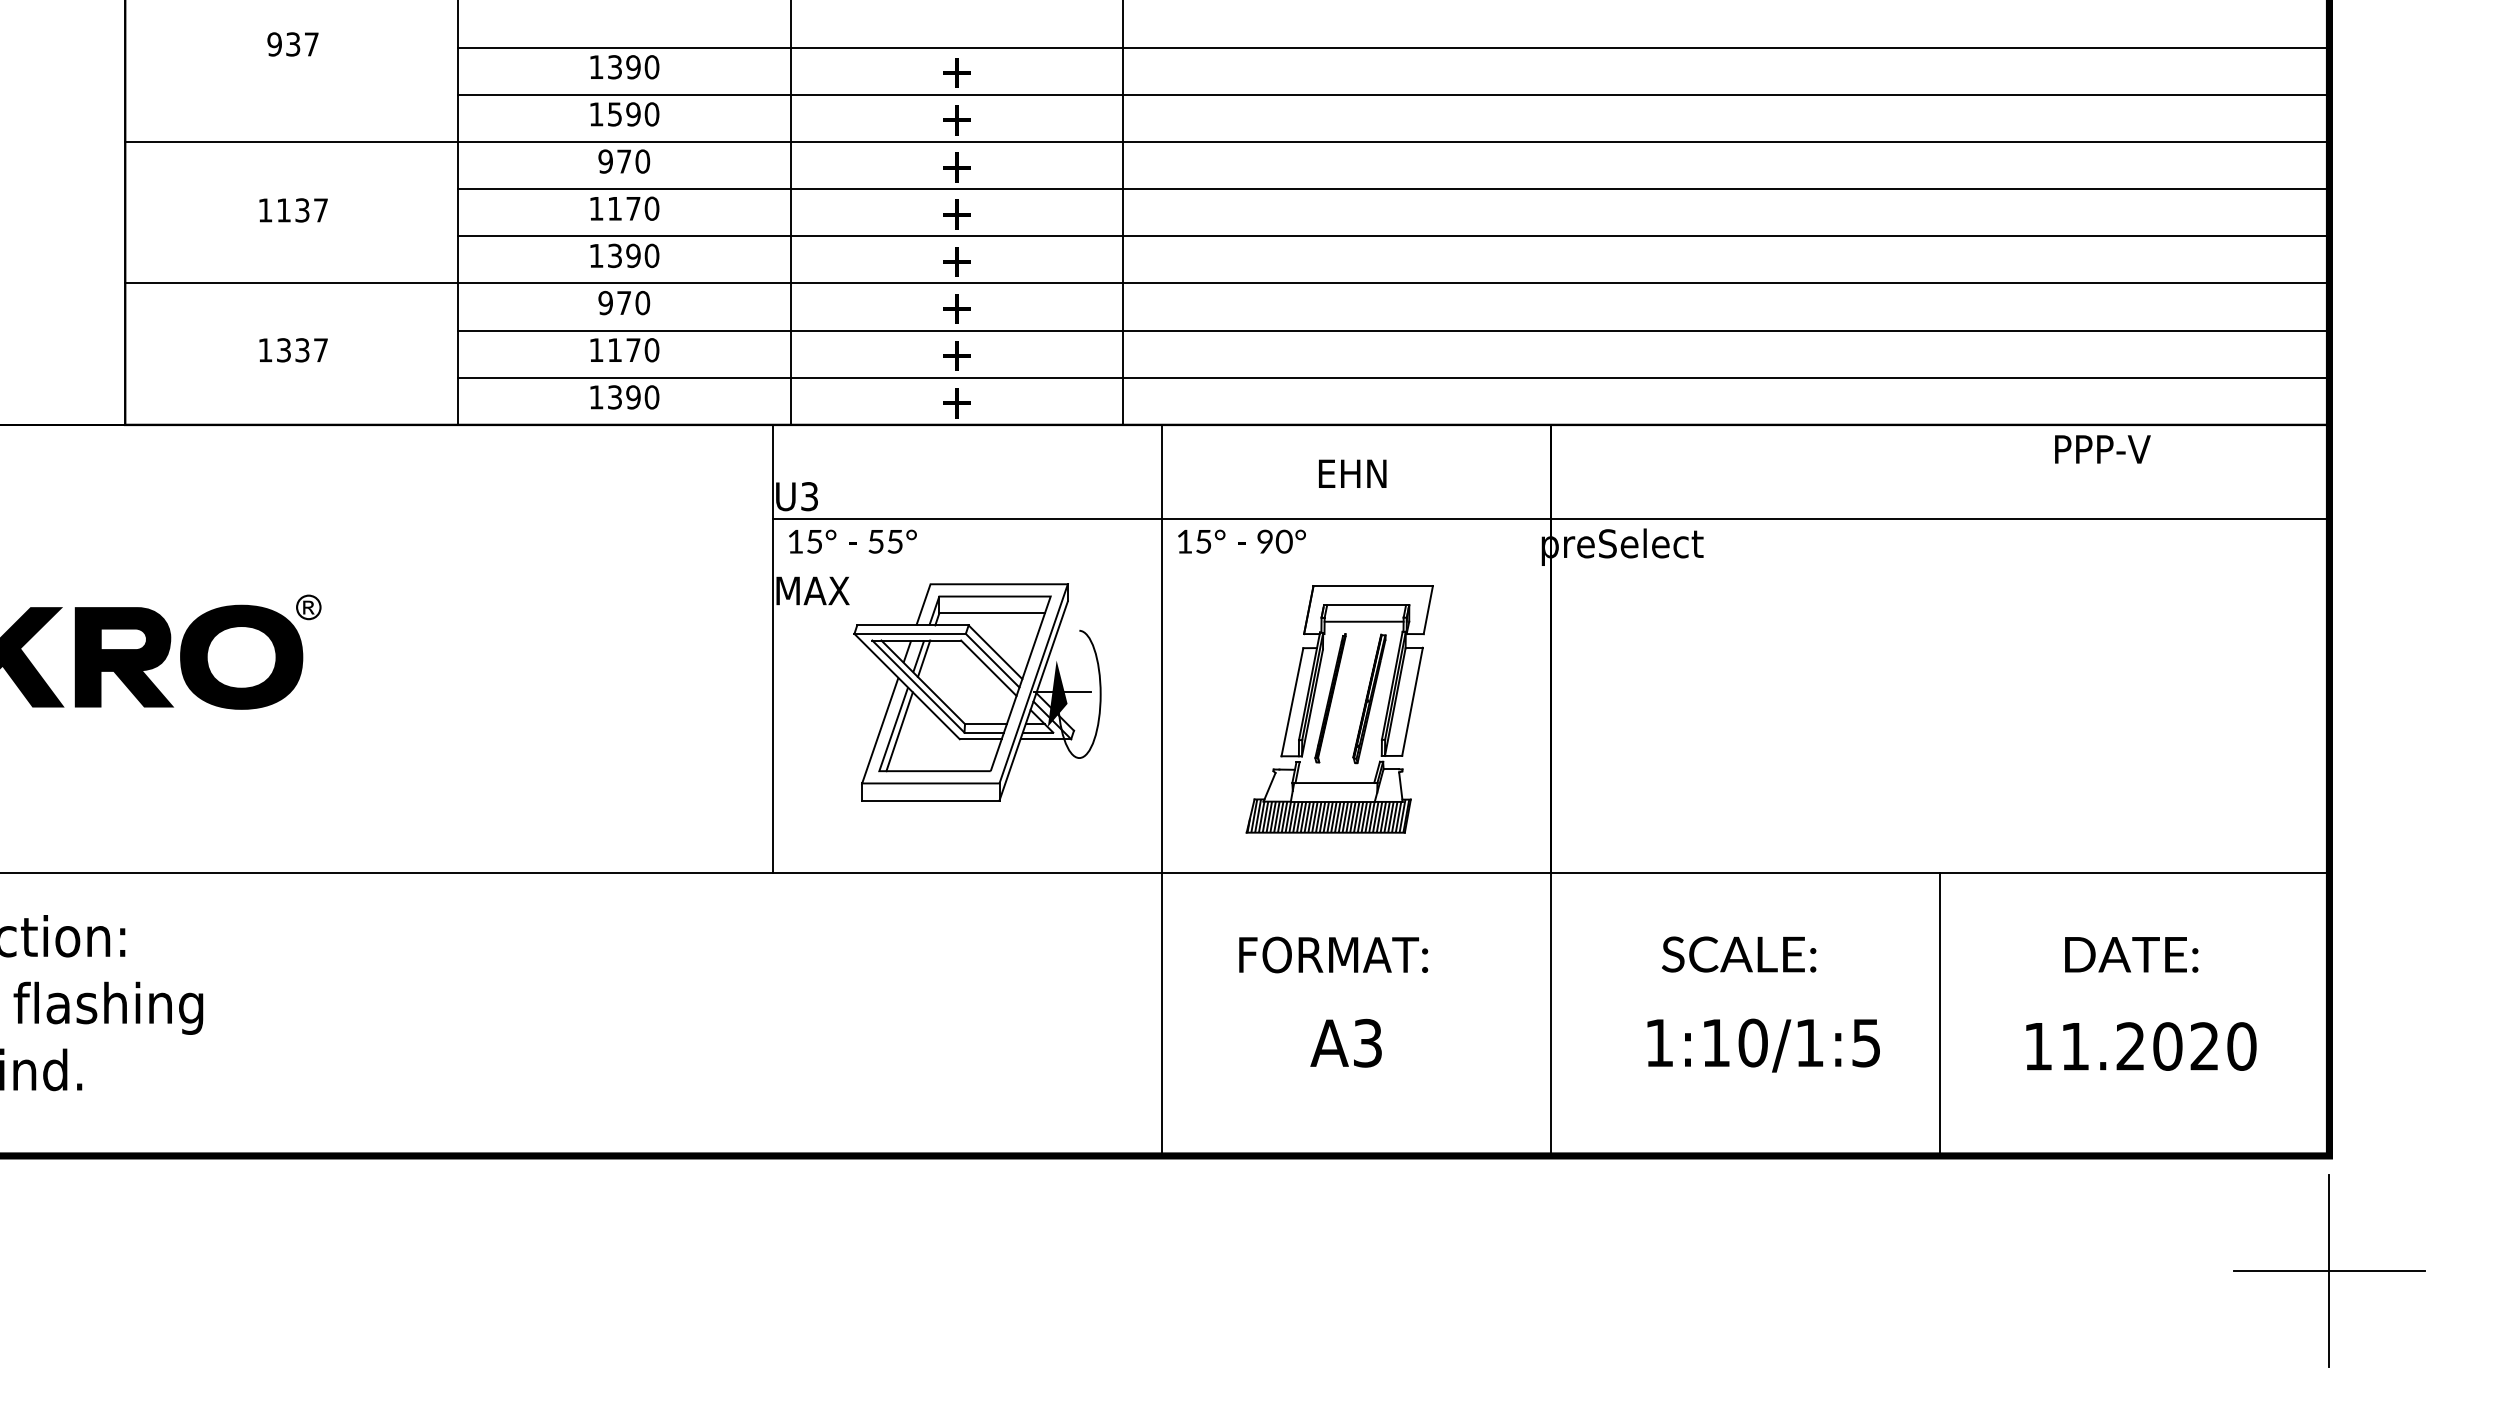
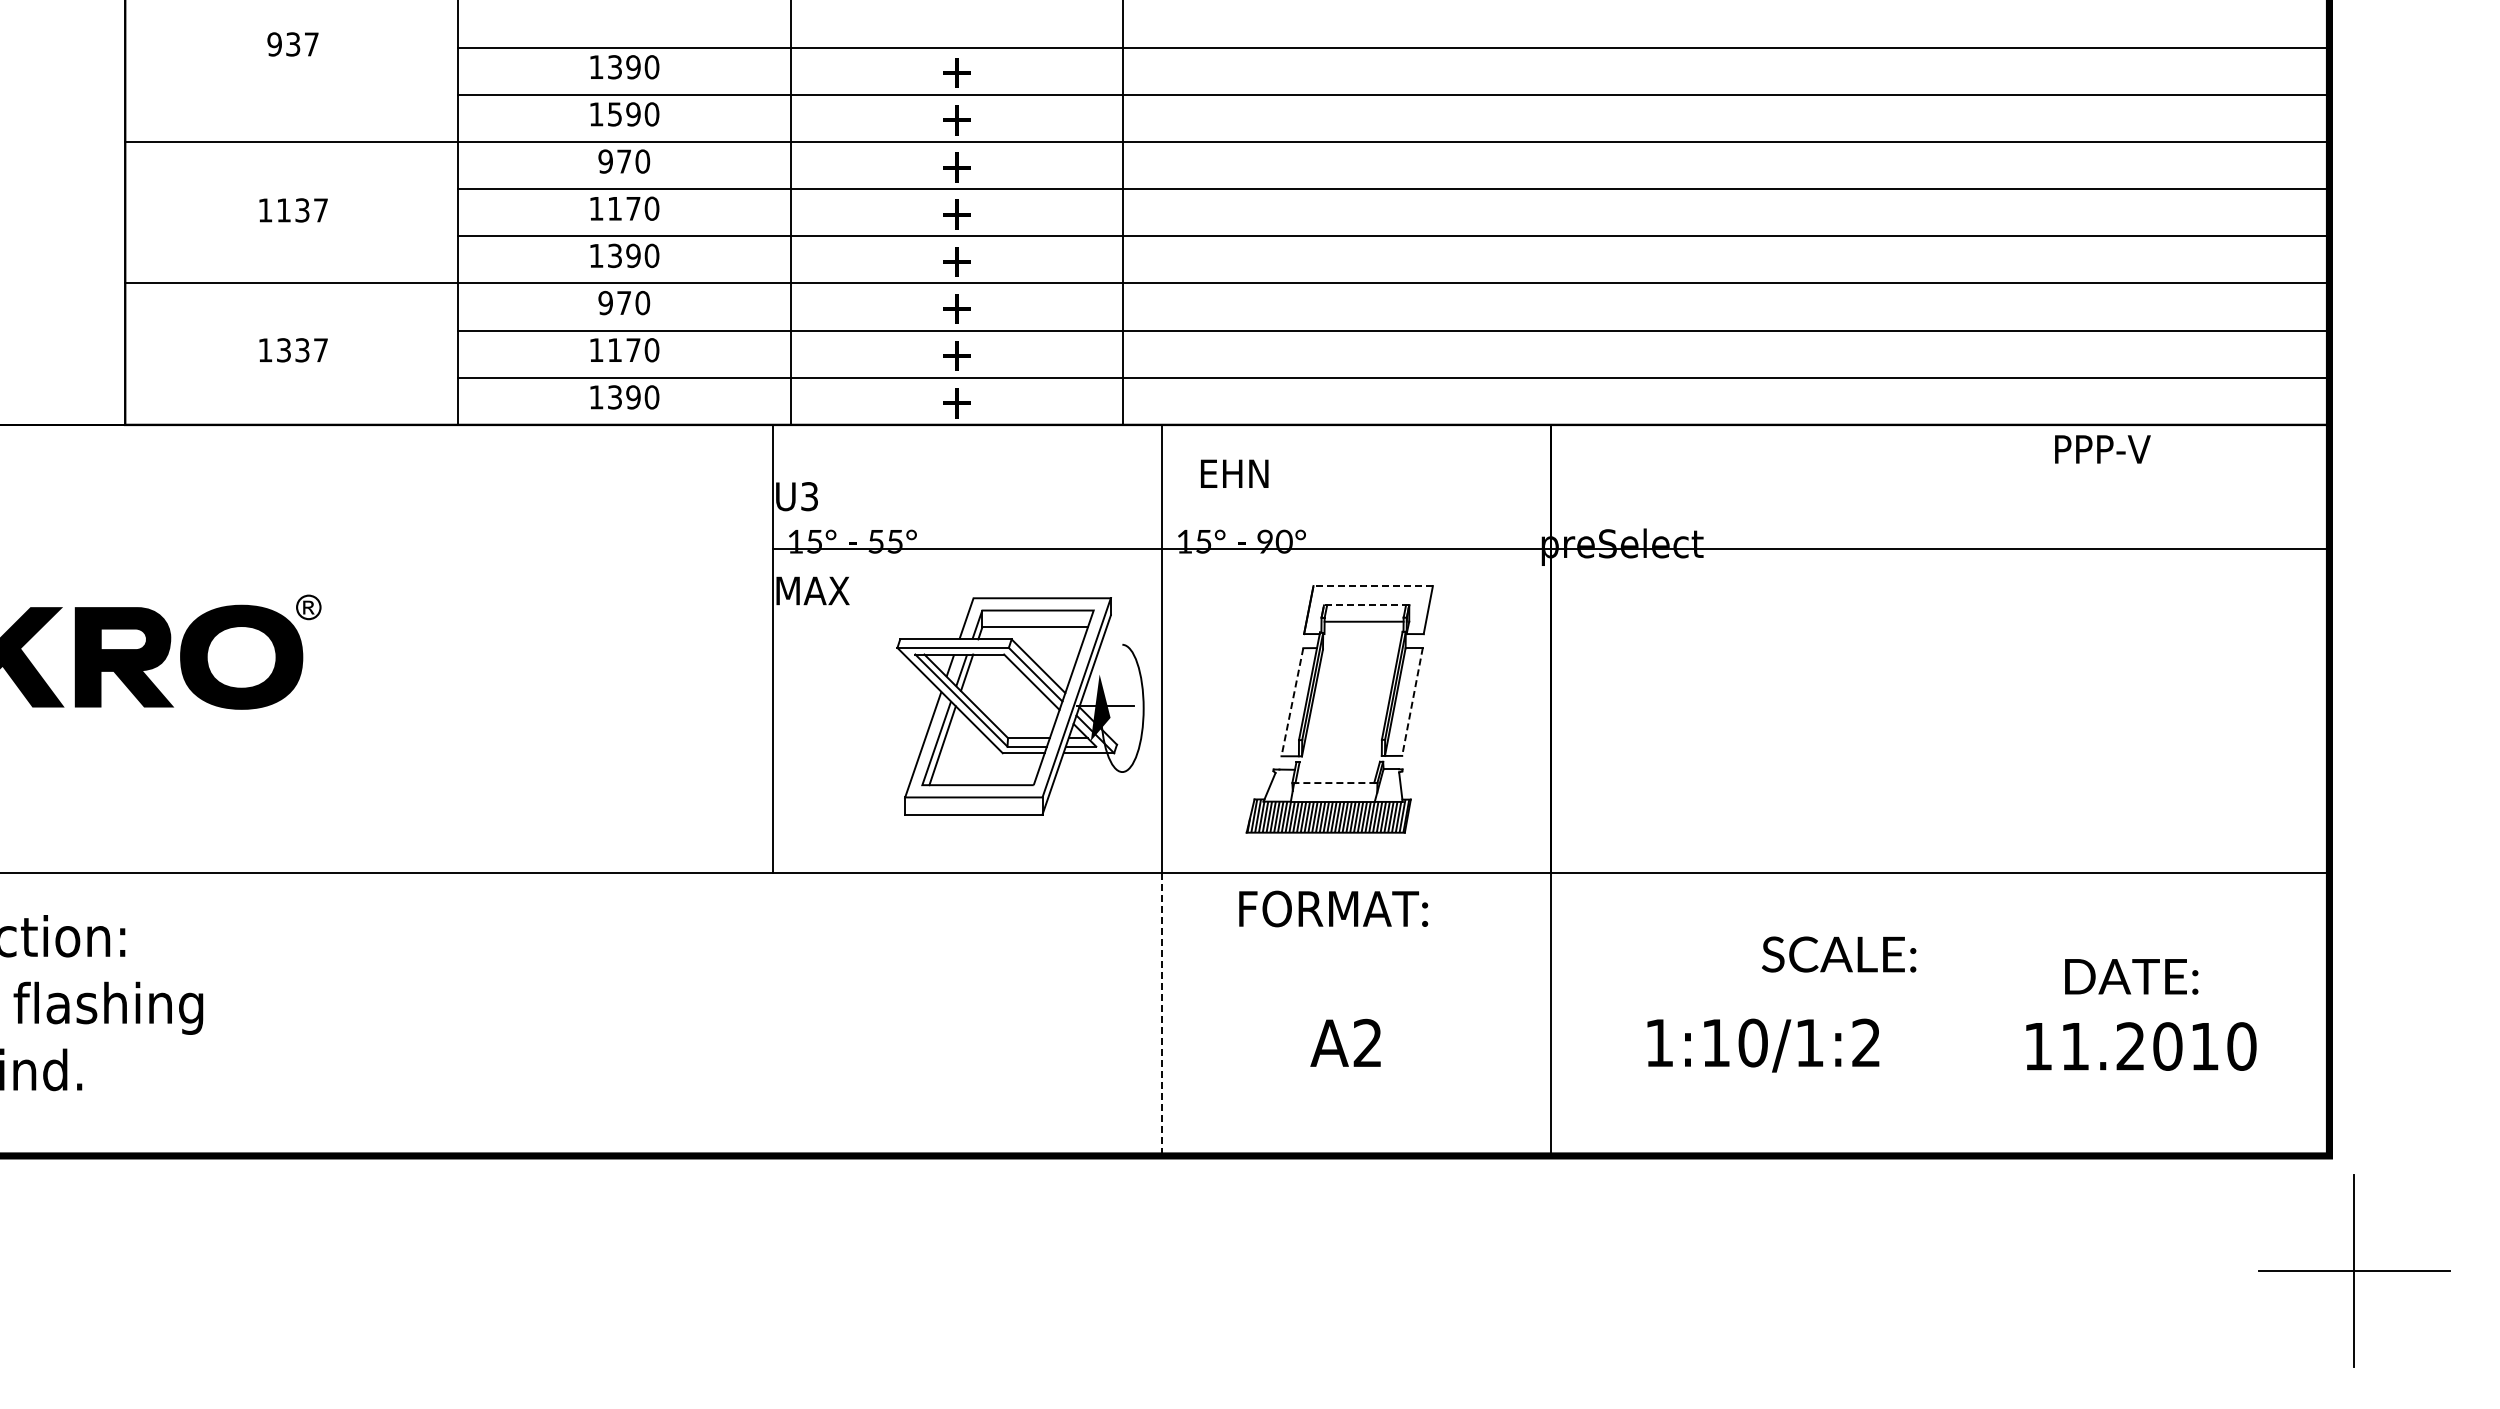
text at (1352, 473) position: (1352, 473) -> (1234, 473)
line at (1551, 519) position: (1551, 519) -> (1551, 549)
line at (1373, 586): solid -> dashed
line at (1366, 605): solid -> dashed
part at (977, 692) position: (977, 692) -> (1020, 706)
line at (1292, 702): solid -> dashed
part at (1364, 702): present -> none
line at (1412, 702): solid -> dashed
line at (1334, 783): solid -> dashed
text at (1333, 954) position: (1333, 954) -> (1333, 908)
text at (1739, 954) position: (1739, 954) -> (1839, 954)
text at (2131, 954) position: (2131, 954) -> (2131, 976)
line at (1940, 1013): present -> none
line at (1162, 1014): solid -> dashed
text at (1865, 1042): 1:10/1:5 -> 1:10/1:2
text at (1367, 1043): A3 -> A2
text at (2204, 1046): 11.2020 -> 11.2010
part at (2329, 1270) position: (2329, 1270) -> (2354, 1270)
